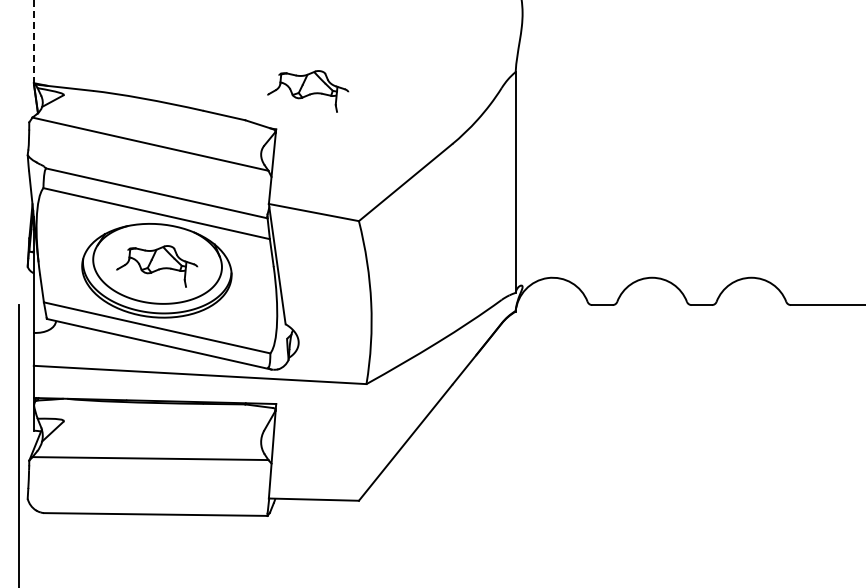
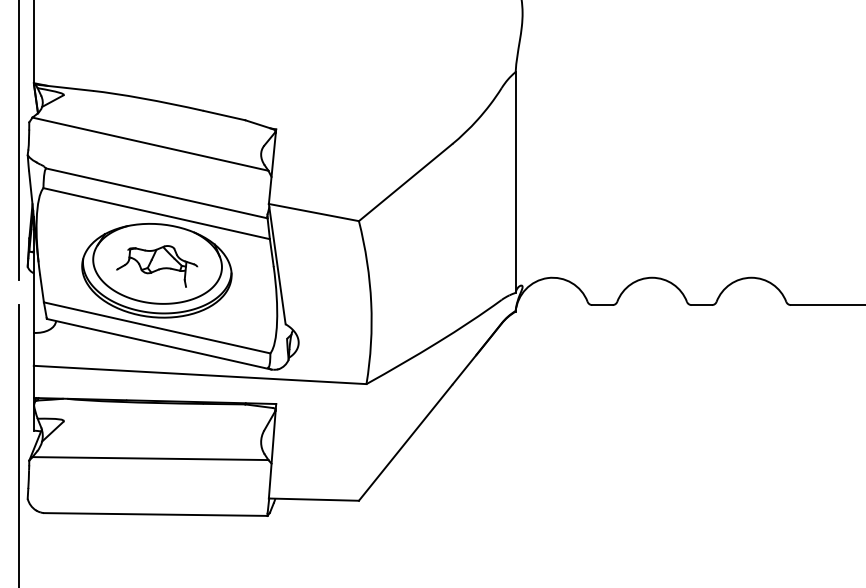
line at (33, 42): dashed -> solid
part at (308, 91): present -> none
line at (18, 140): none -> present
